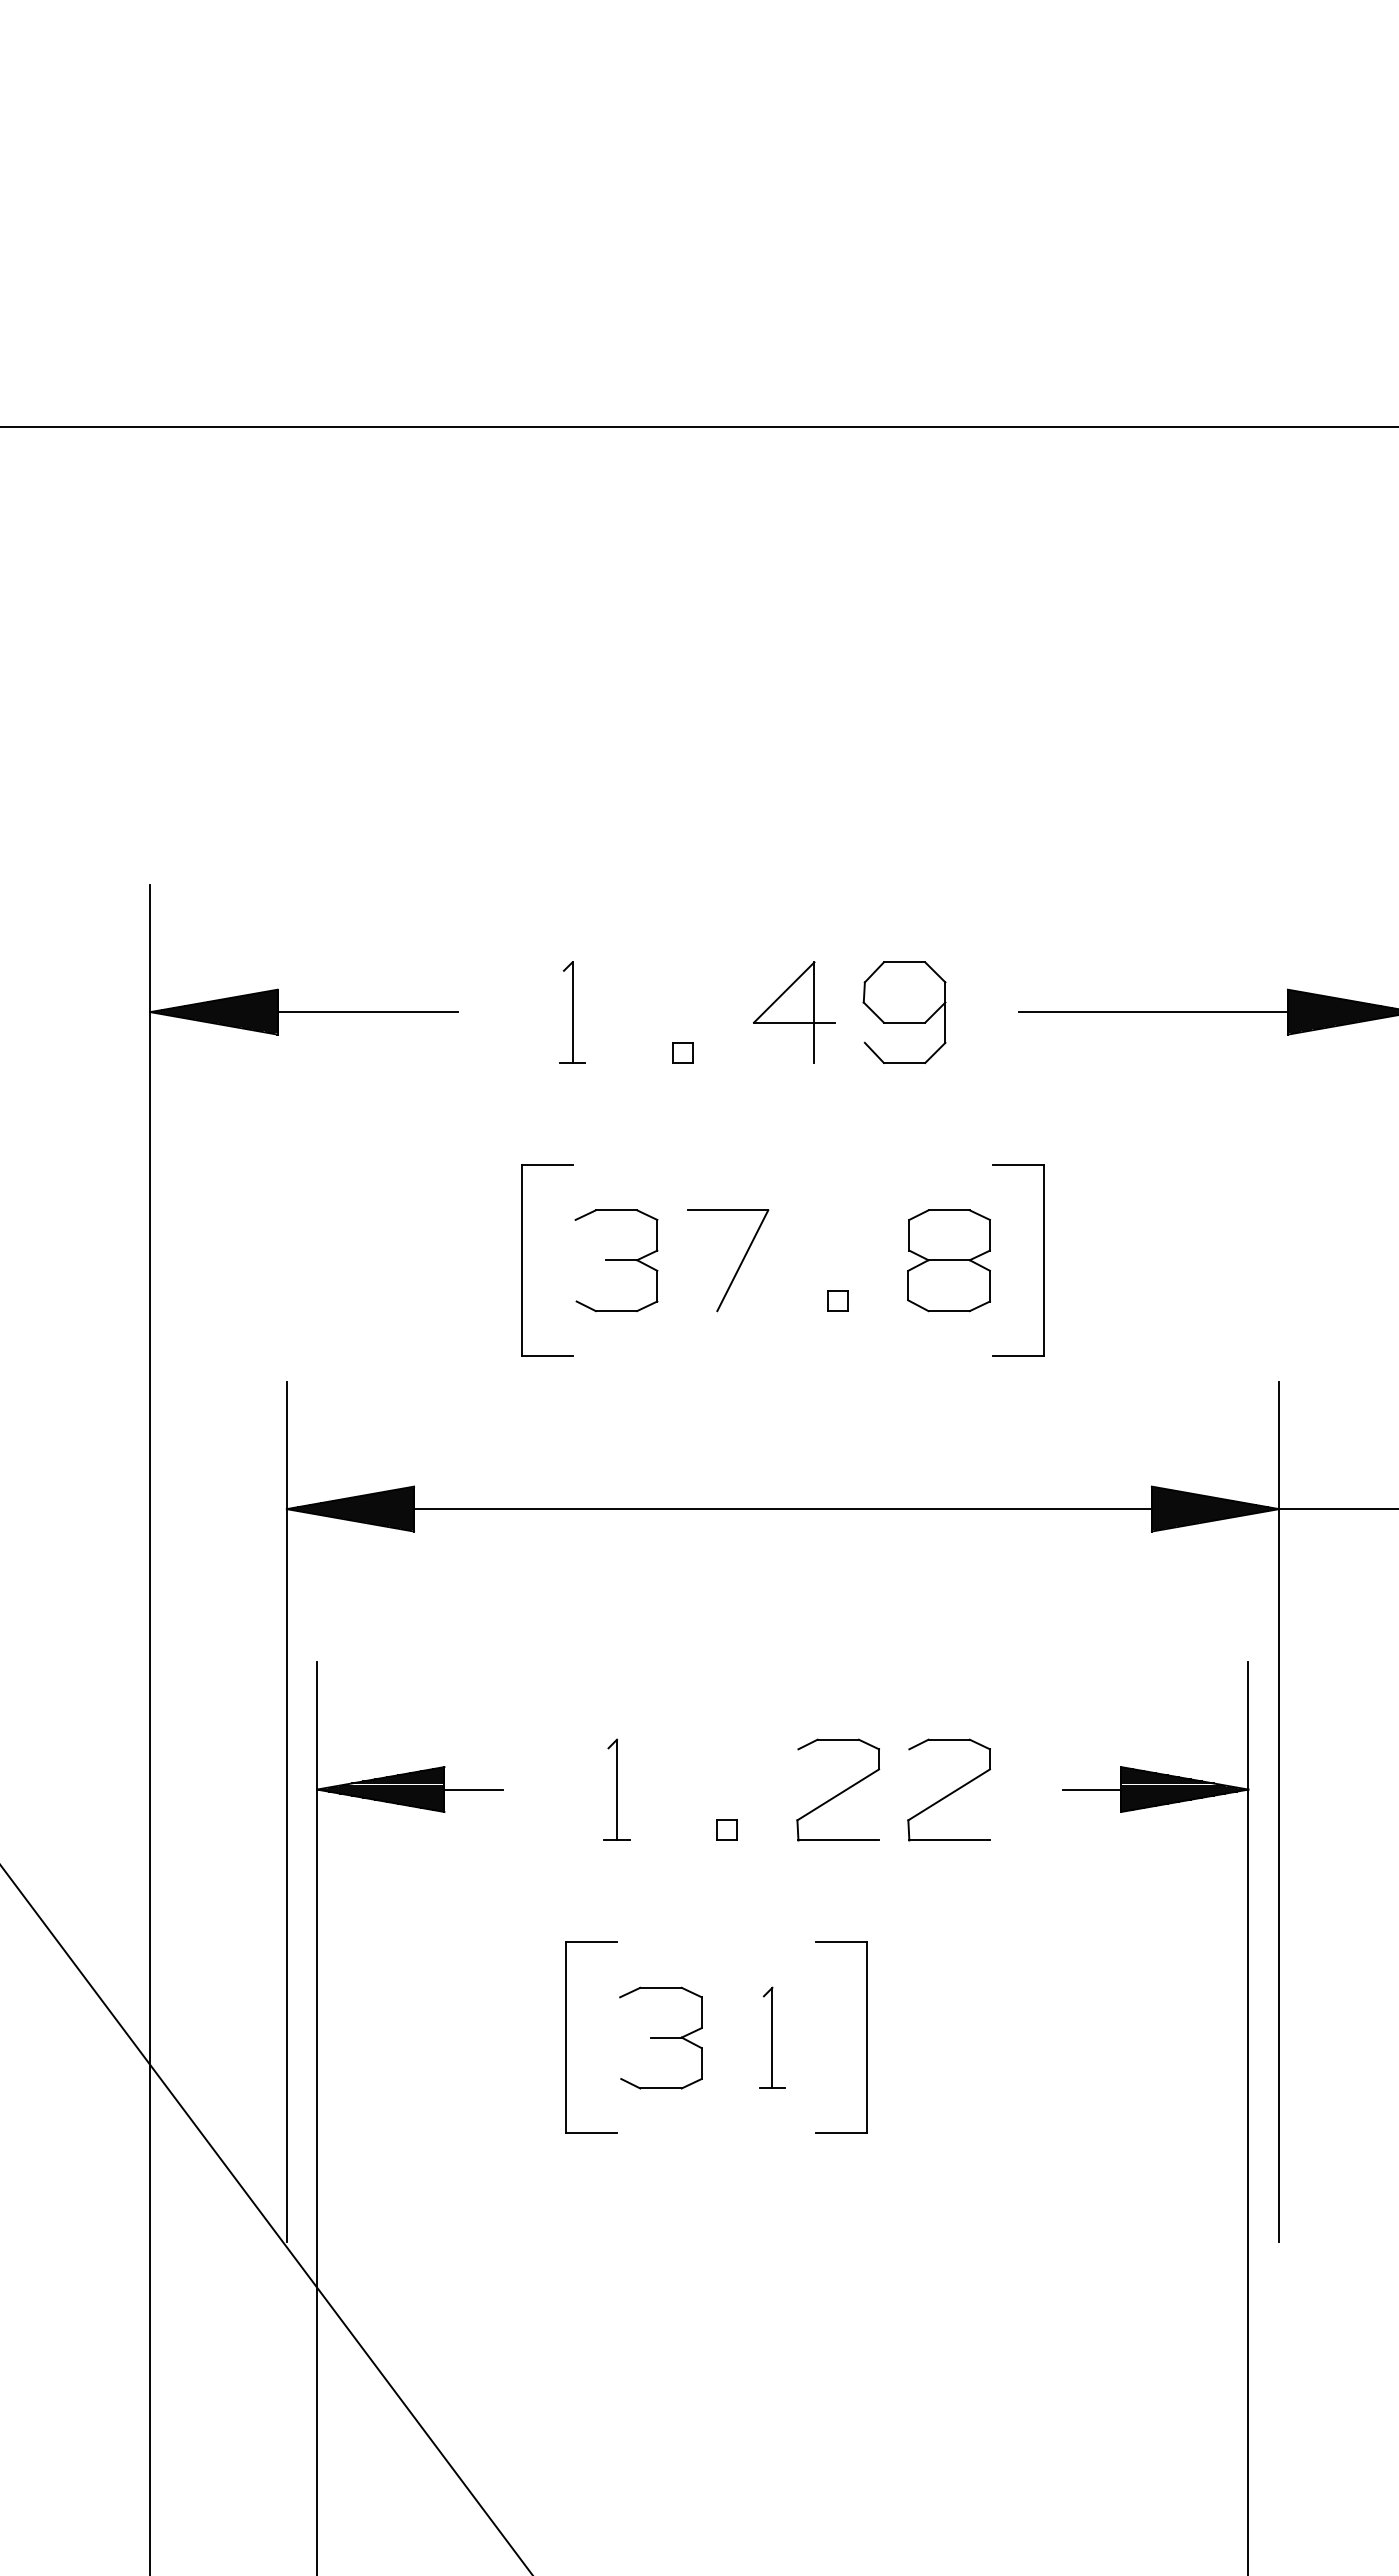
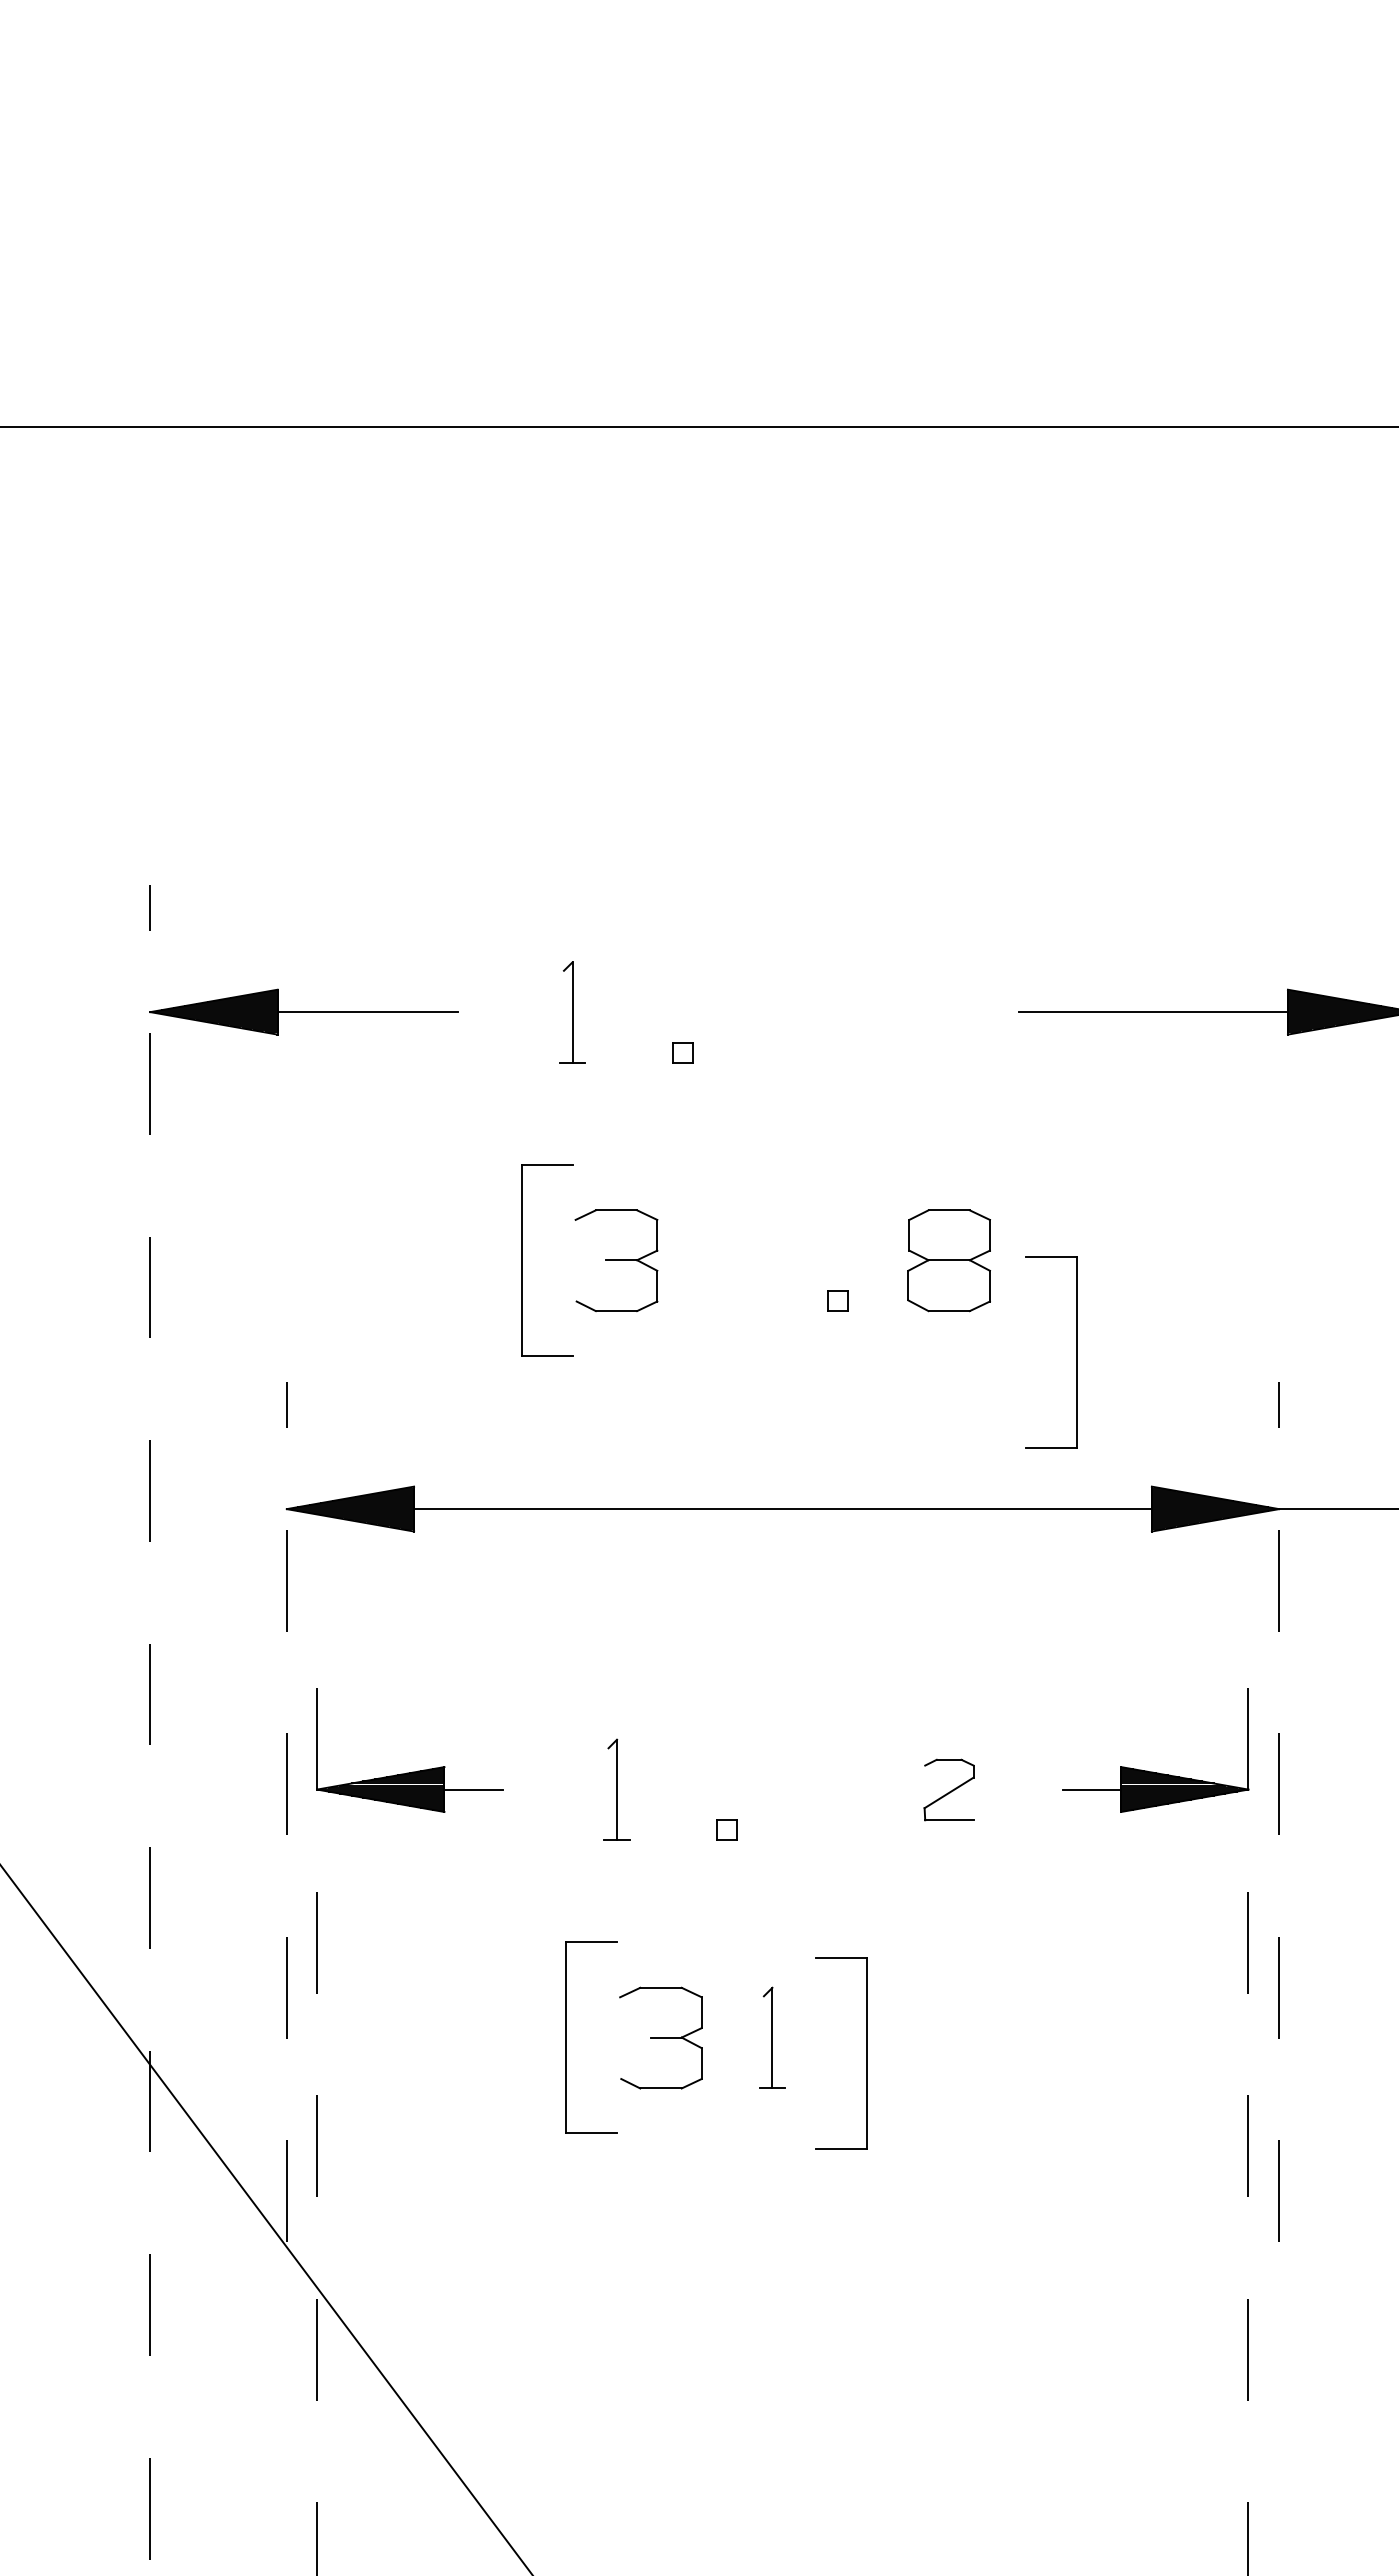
part at (793, 1012): present -> none
part at (904, 1012): present -> none
part at (1043, 1260) position: (1043, 1260) -> (1076, 1352)
part at (738, 1266): present -> none
line at (150, 1729): solid -> dashed
part at (838, 1789): present -> none
part at (948, 1789) size: 84x104 px -> 52x64 px
line at (286, 1811): solid -> dashed
line at (1279, 1811): solid -> dashed
part at (866, 2037) position: (866, 2037) -> (866, 2053)
line at (317, 2118): solid -> dashed
line at (1248, 2118): solid -> dashed
